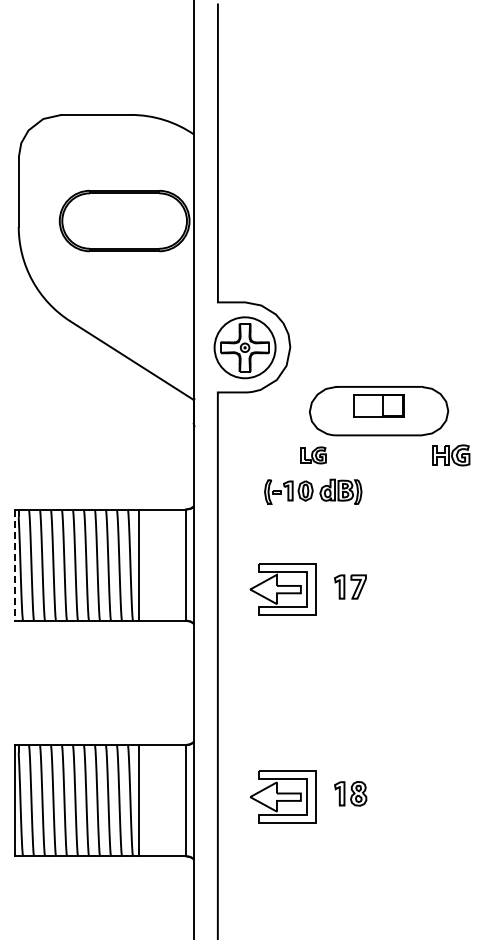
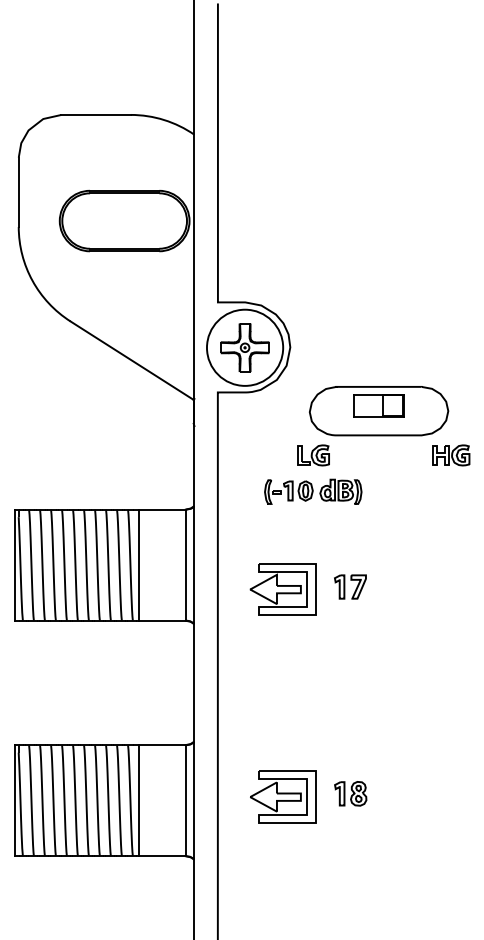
circle at (244, 347) diameter: 61 px -> 76 px
part at (313, 455) size: 27x19 px -> 33x23 px
line at (14, 565): dashed -> solid
